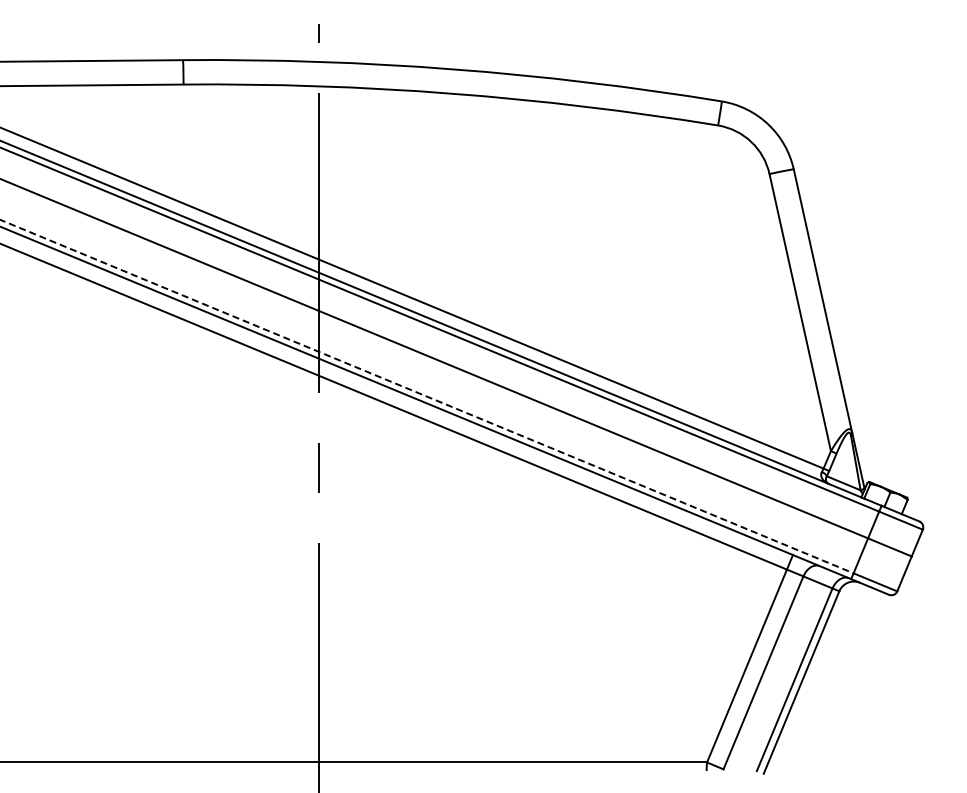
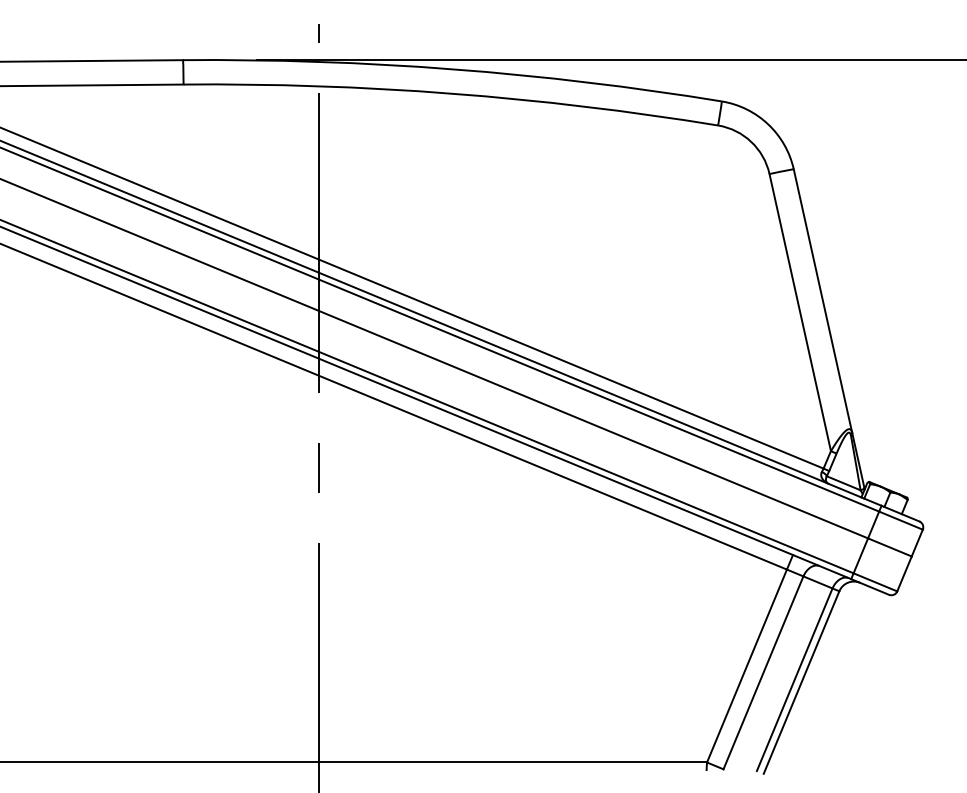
line at (610, 60): none -> present
line at (427, 396): dashed -> solid
